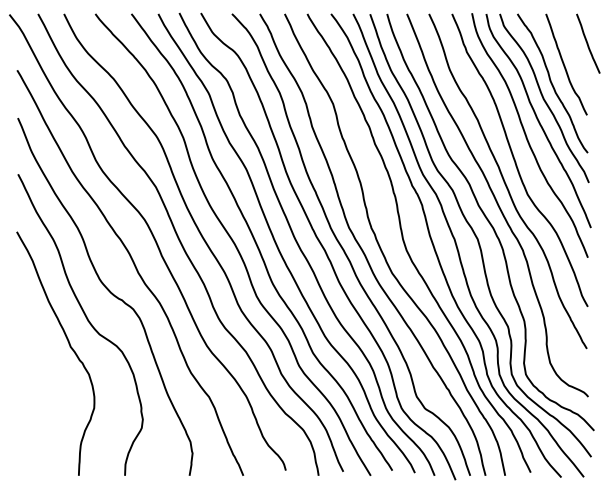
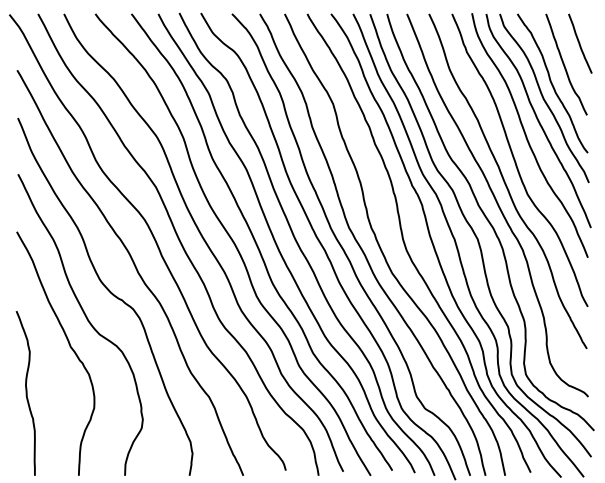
curve at (588, 43) position: (588, 43) -> (580, 43)
curve at (25, 393): none -> present
